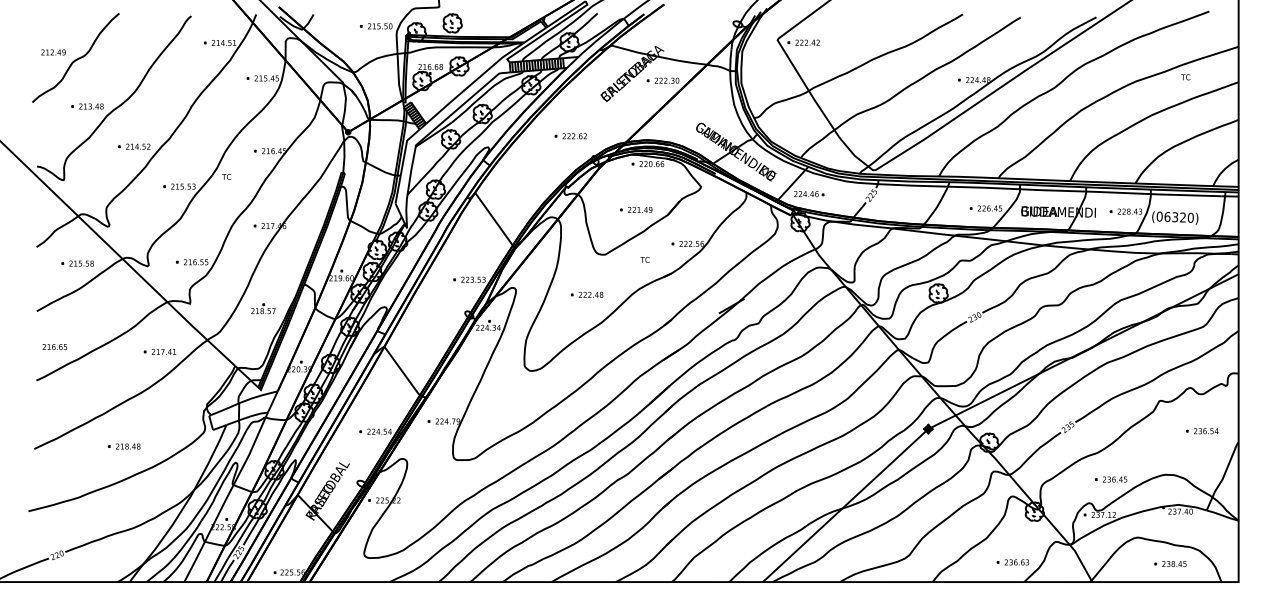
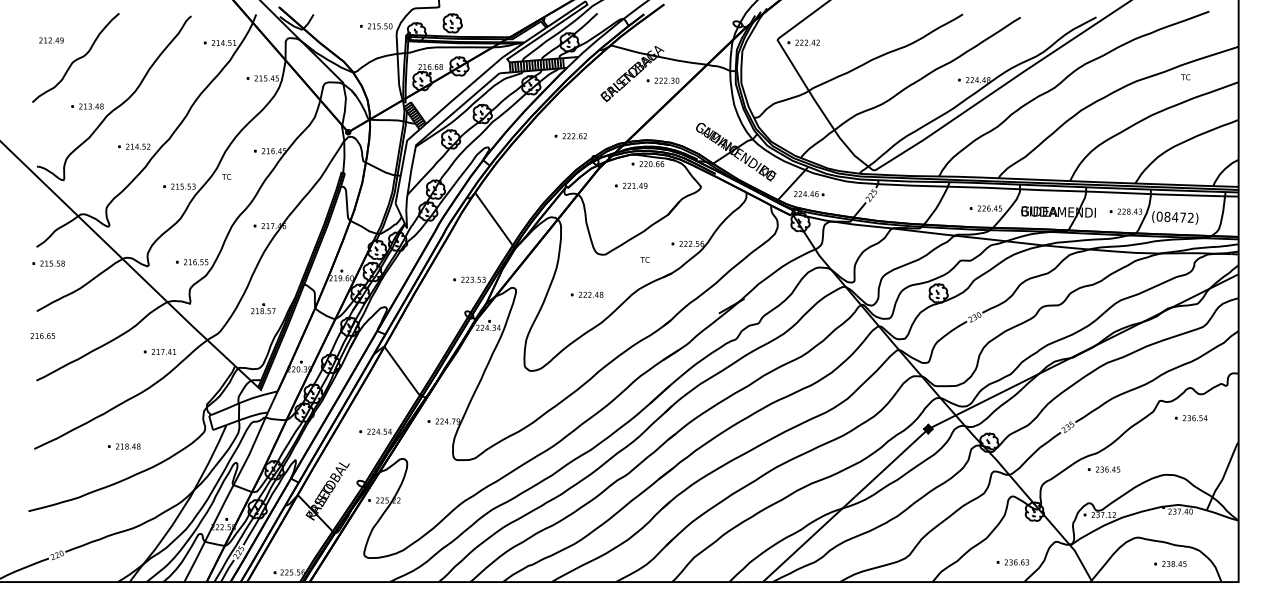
text at (53, 52) position: (53, 52) -> (51, 40)
part at (636, 209) position: (636, 209) -> (631, 185)
text at (1178, 217): (06320) -> (08472)
part at (77, 263) position: (77, 263) -> (48, 263)
text at (54, 346) position: (54, 346) -> (42, 335)
part at (1202, 431) position: (1202, 431) -> (1191, 418)
part at (1110, 479) position: (1110, 479) -> (1103, 469)
